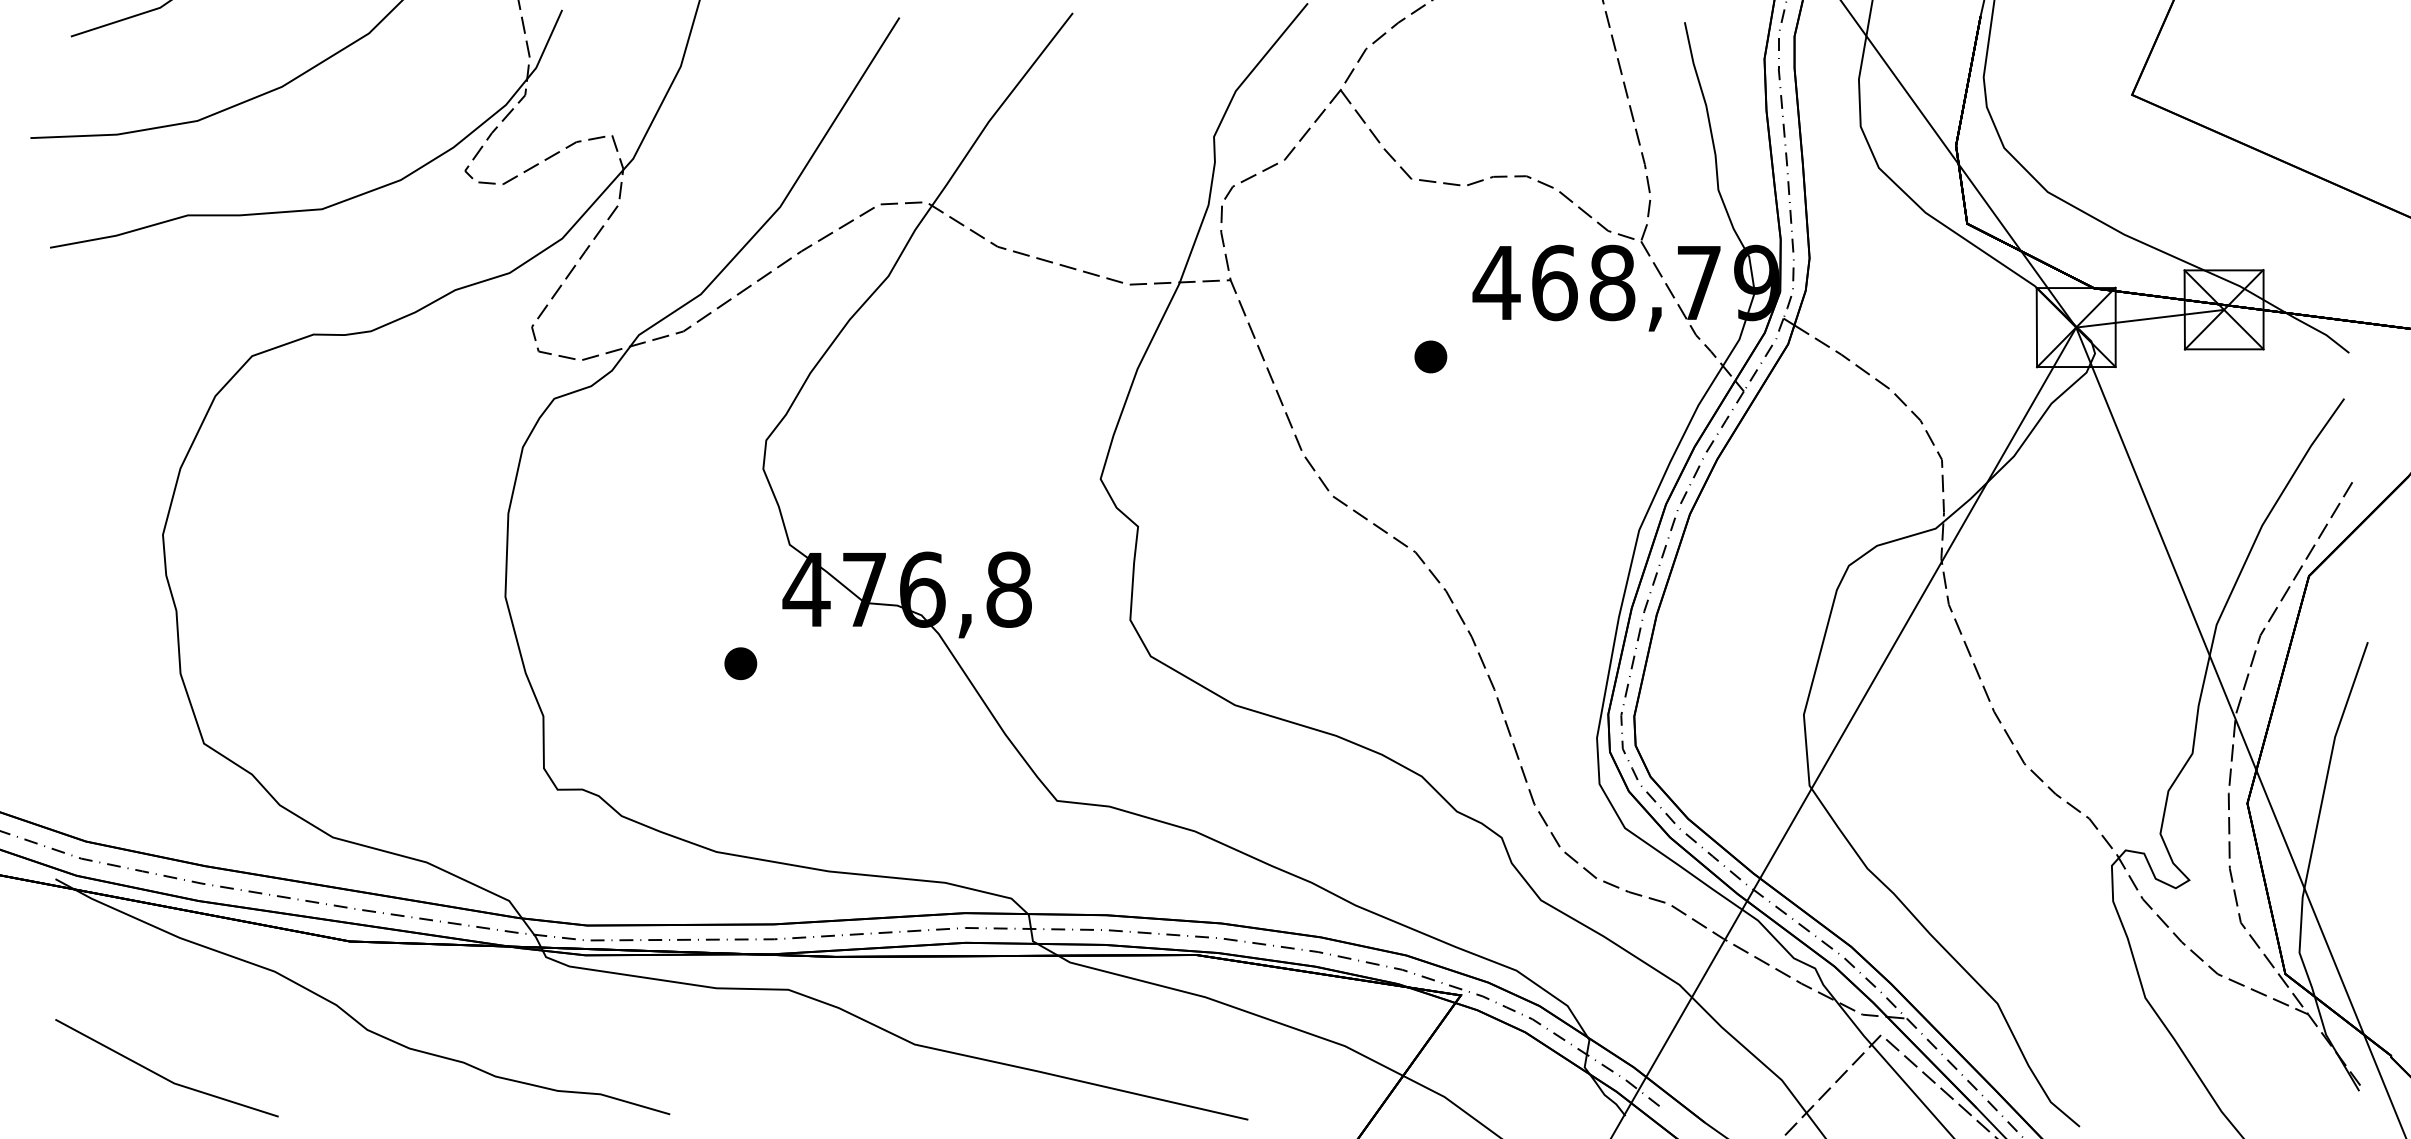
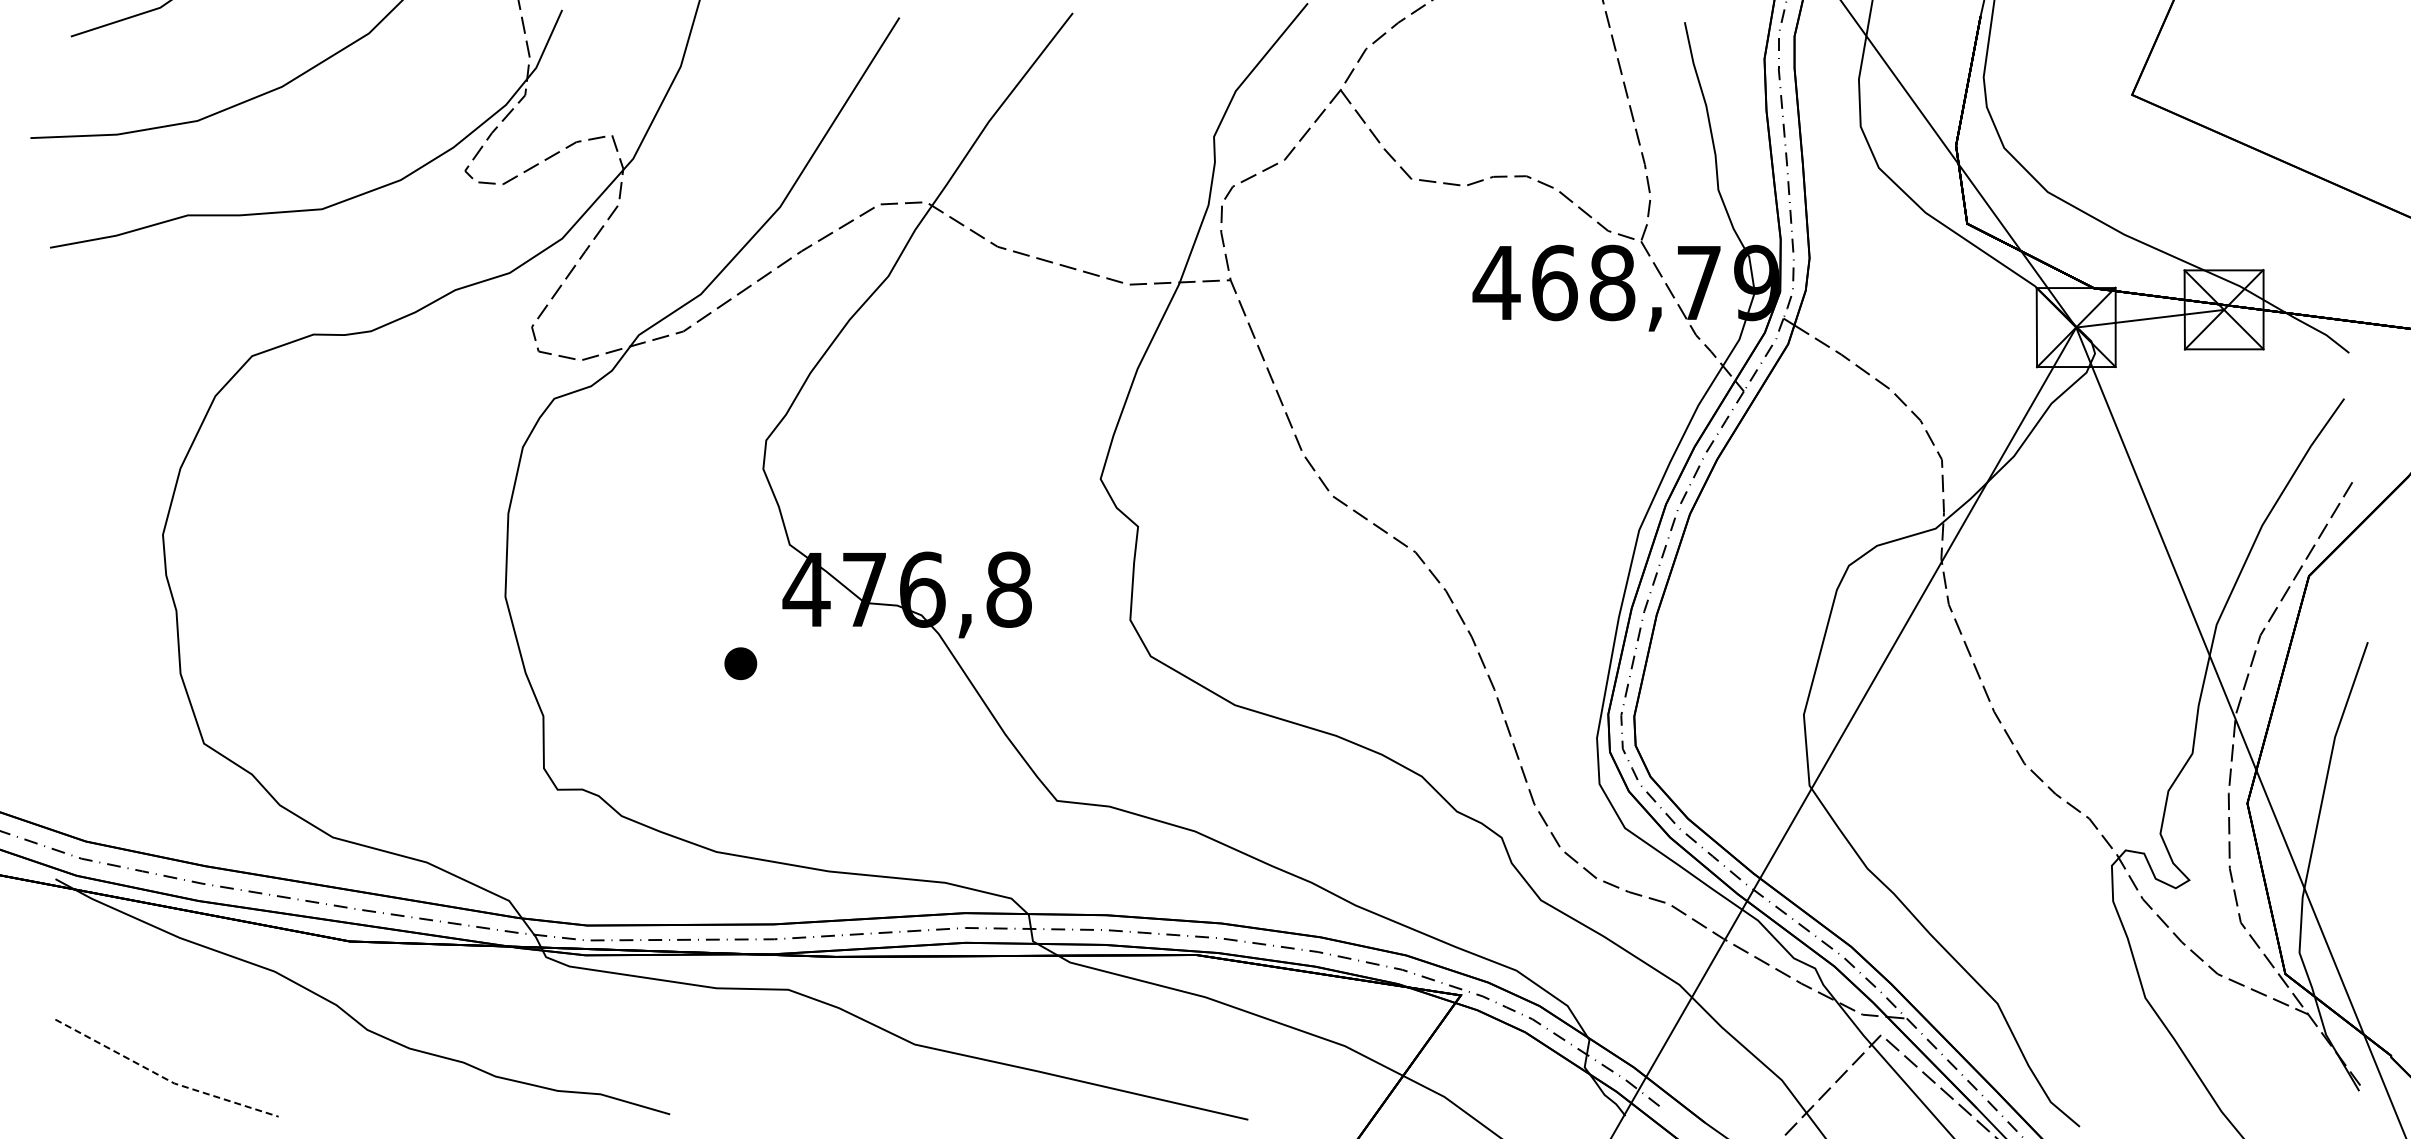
part at (1430, 356): present -> none
line at (163, 1077): solid -> dashed
